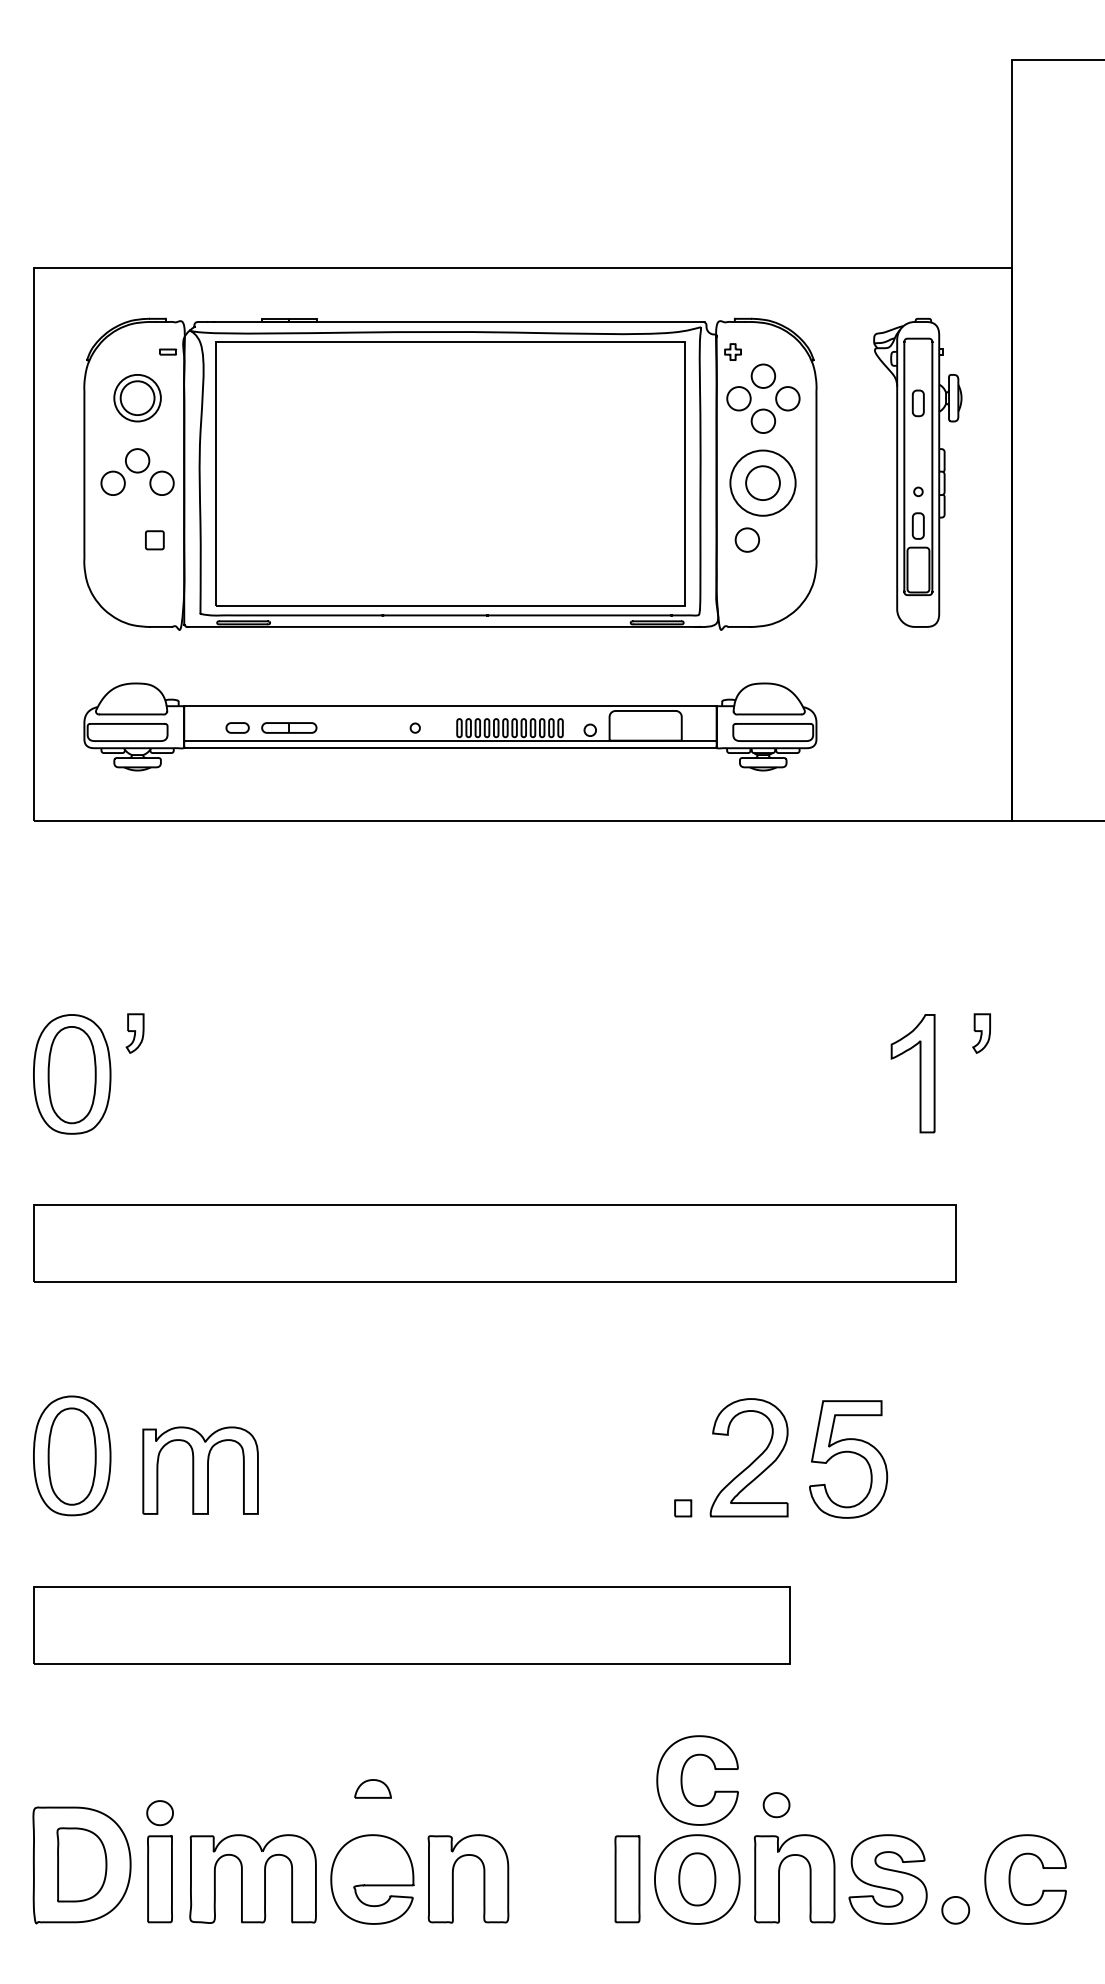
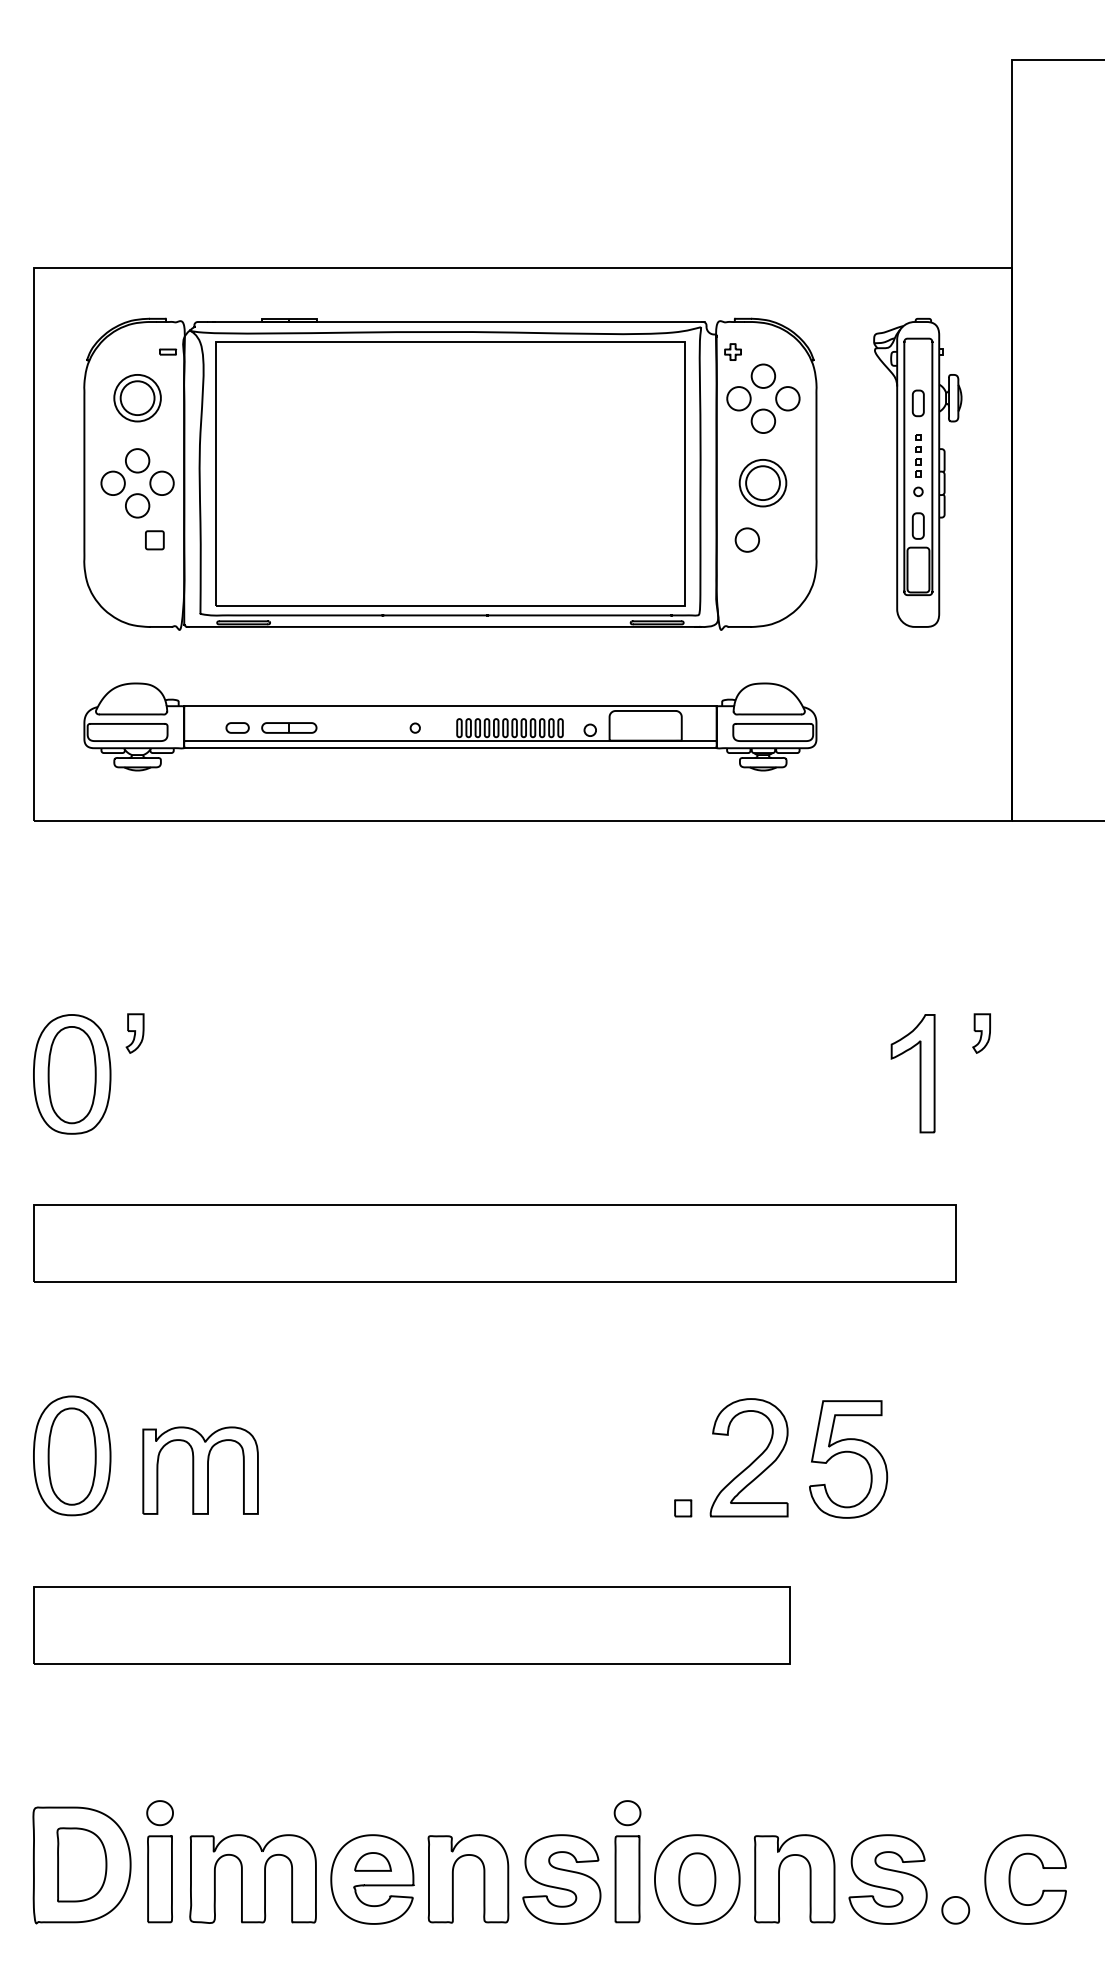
part at (918, 455): none -> present
circle at (762, 482) diameter: 65 px -> 47 px
circle at (137, 505): none -> present
part at (682, 1780): present -> none
part at (372, 1788) position: (372, 1788) -> (372, 1861)
part at (776, 1805) position: (776, 1805) -> (627, 1813)
part at (561, 1879): none -> present
